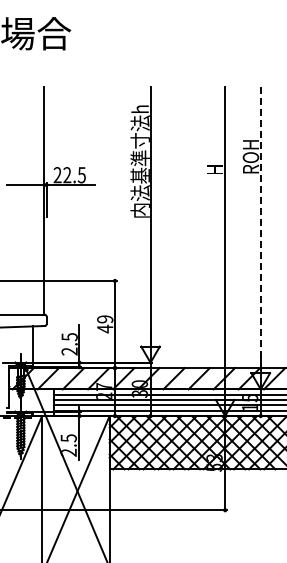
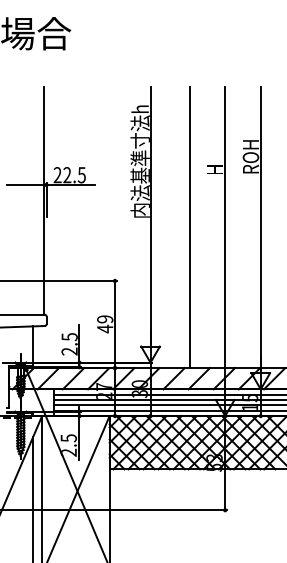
line at (189, 227): none -> present
line at (260, 228): dashed -> solid
line at (33, 498): none -> present
